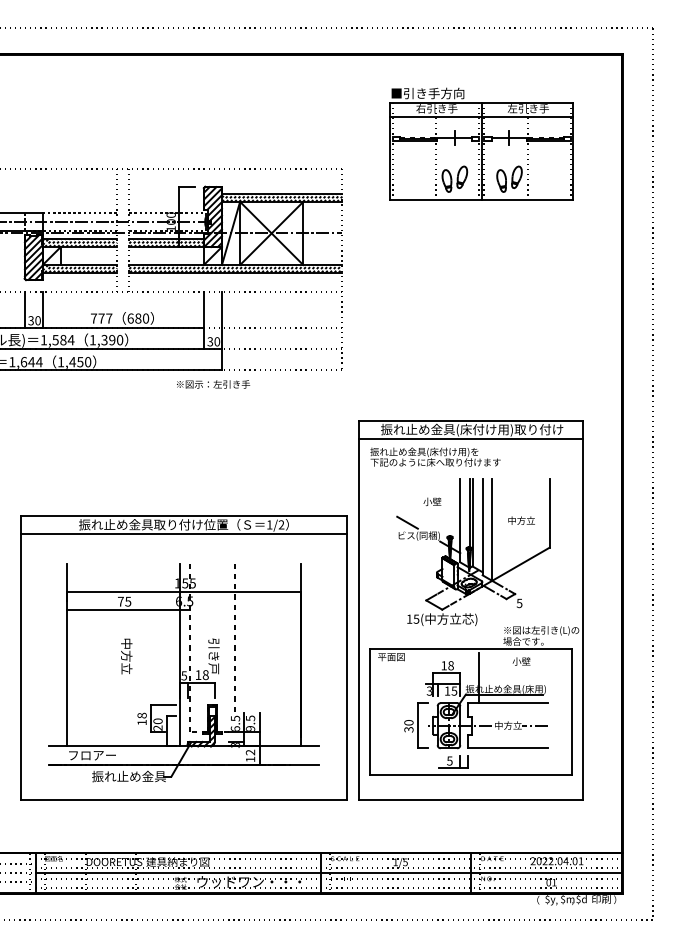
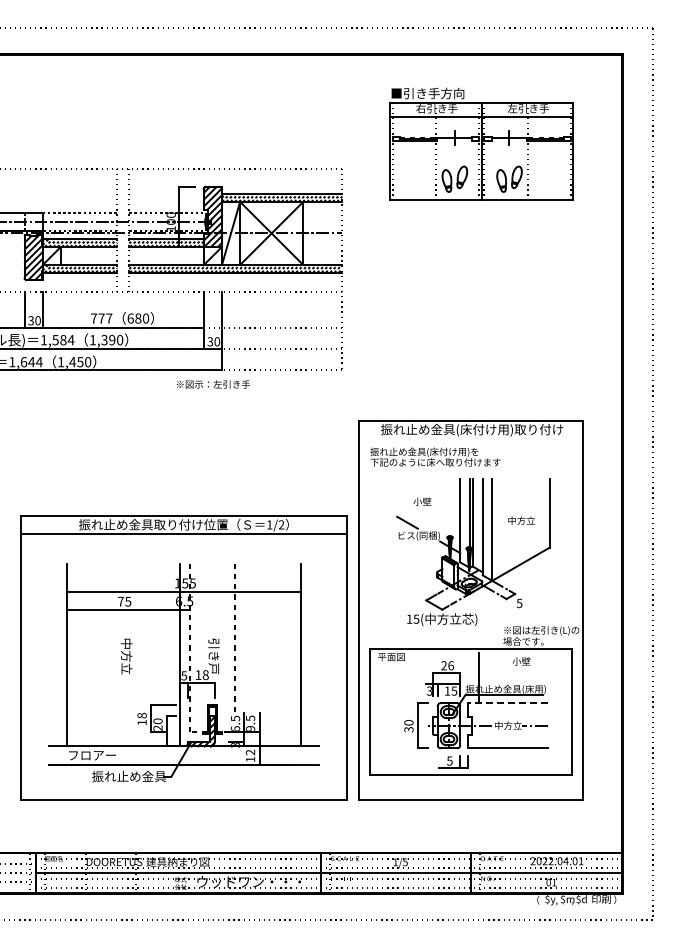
line at (470, 438): present -> none
text at (432, 501) position: (432, 501) -> (422, 501)
text at (447, 665): 18 -> 26
line at (507, 703): solid -> dashed
